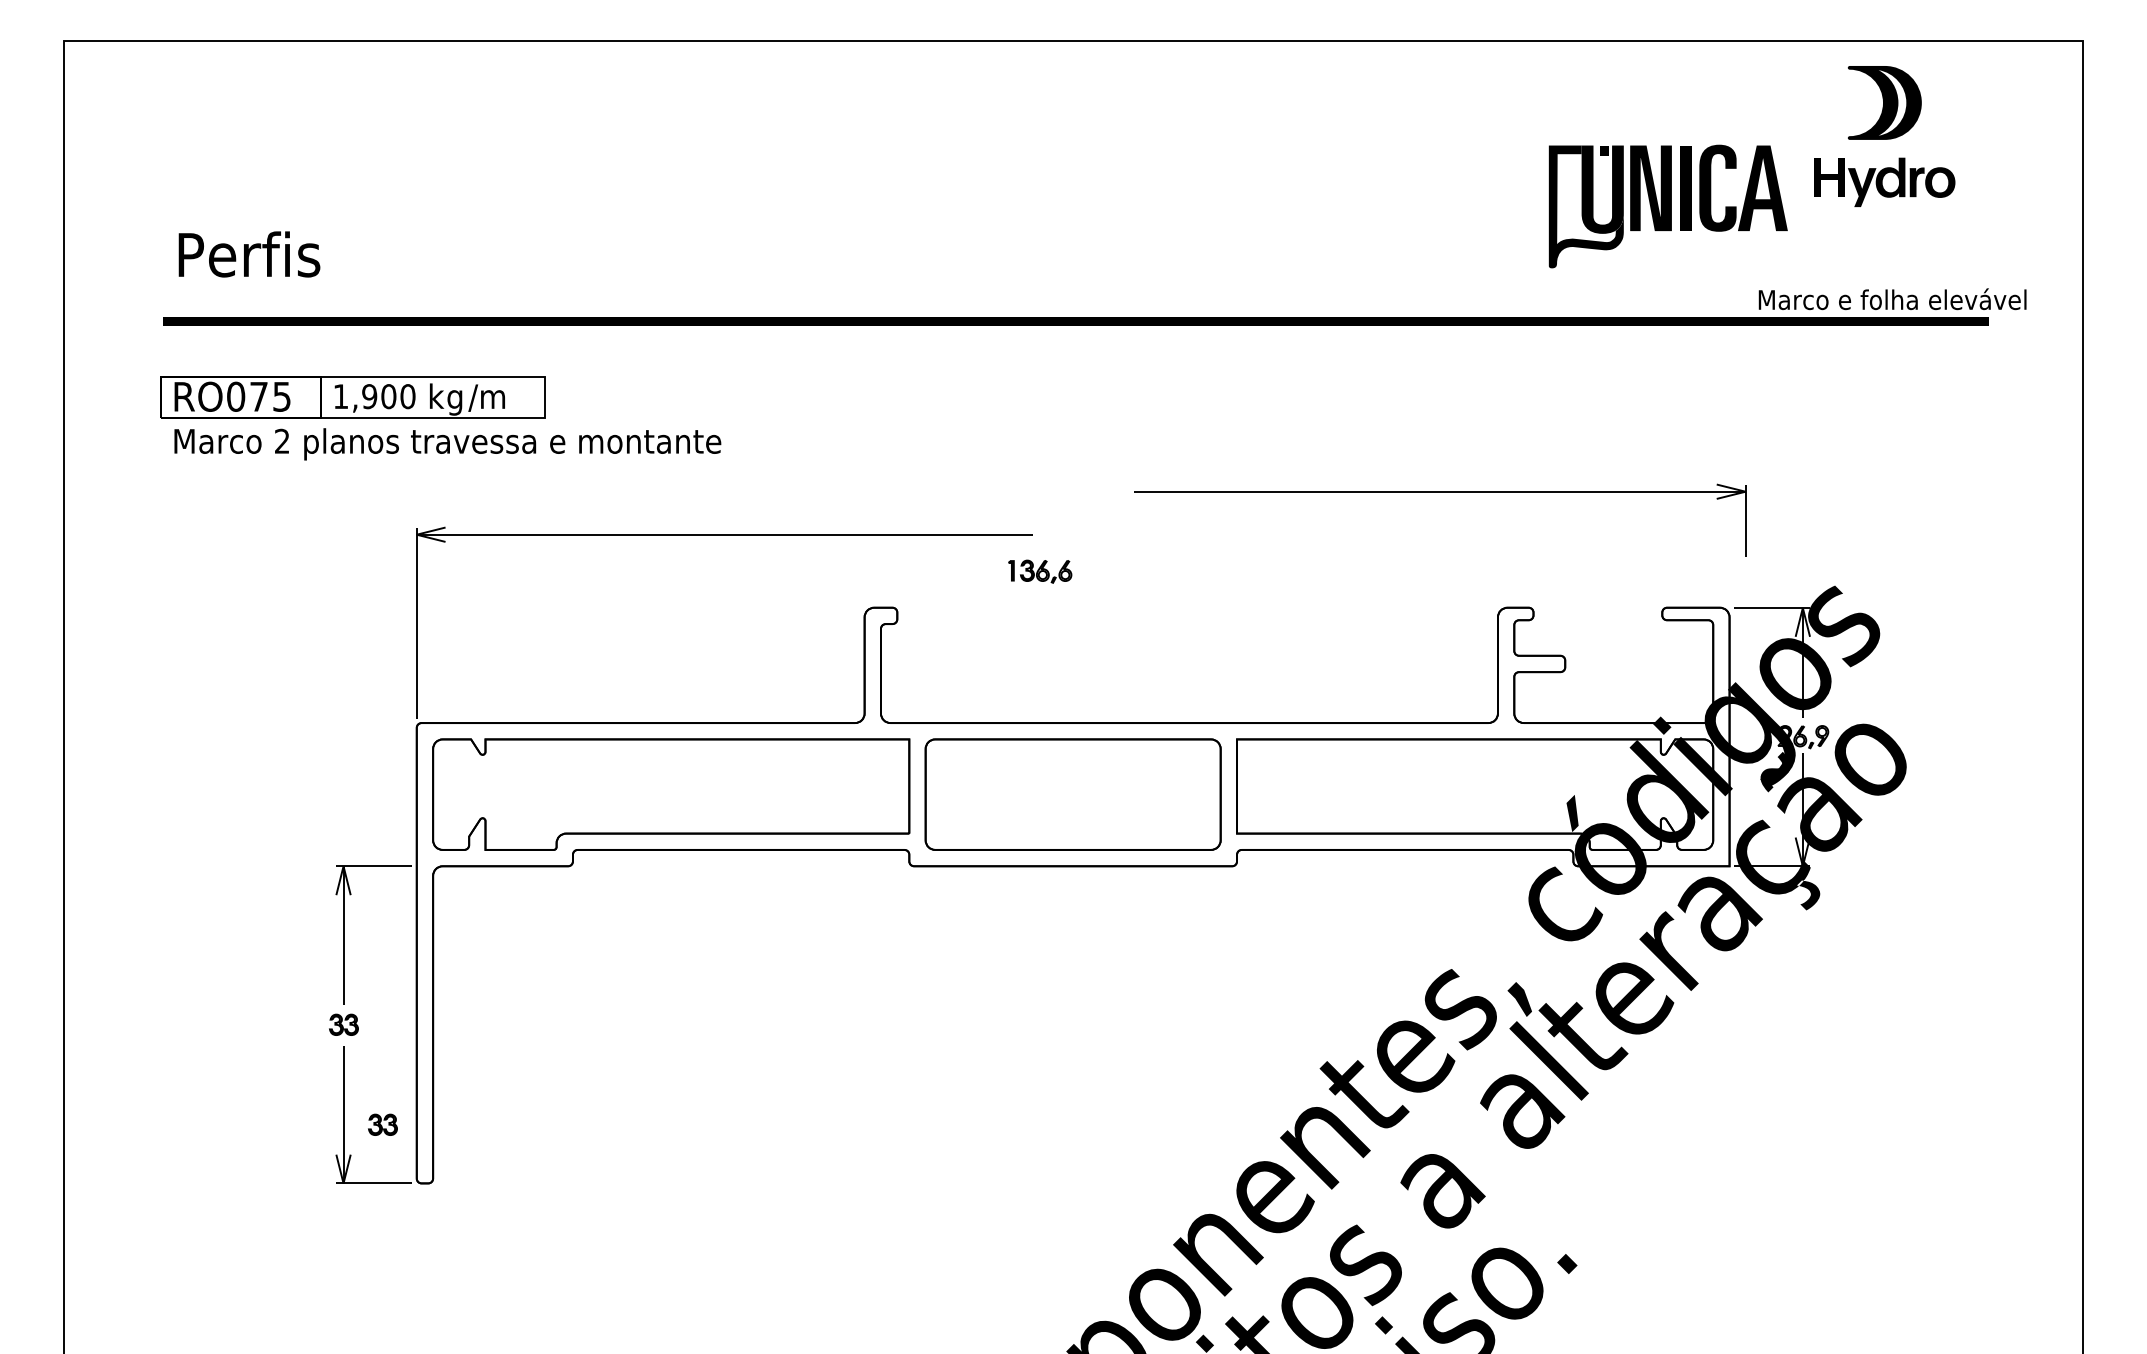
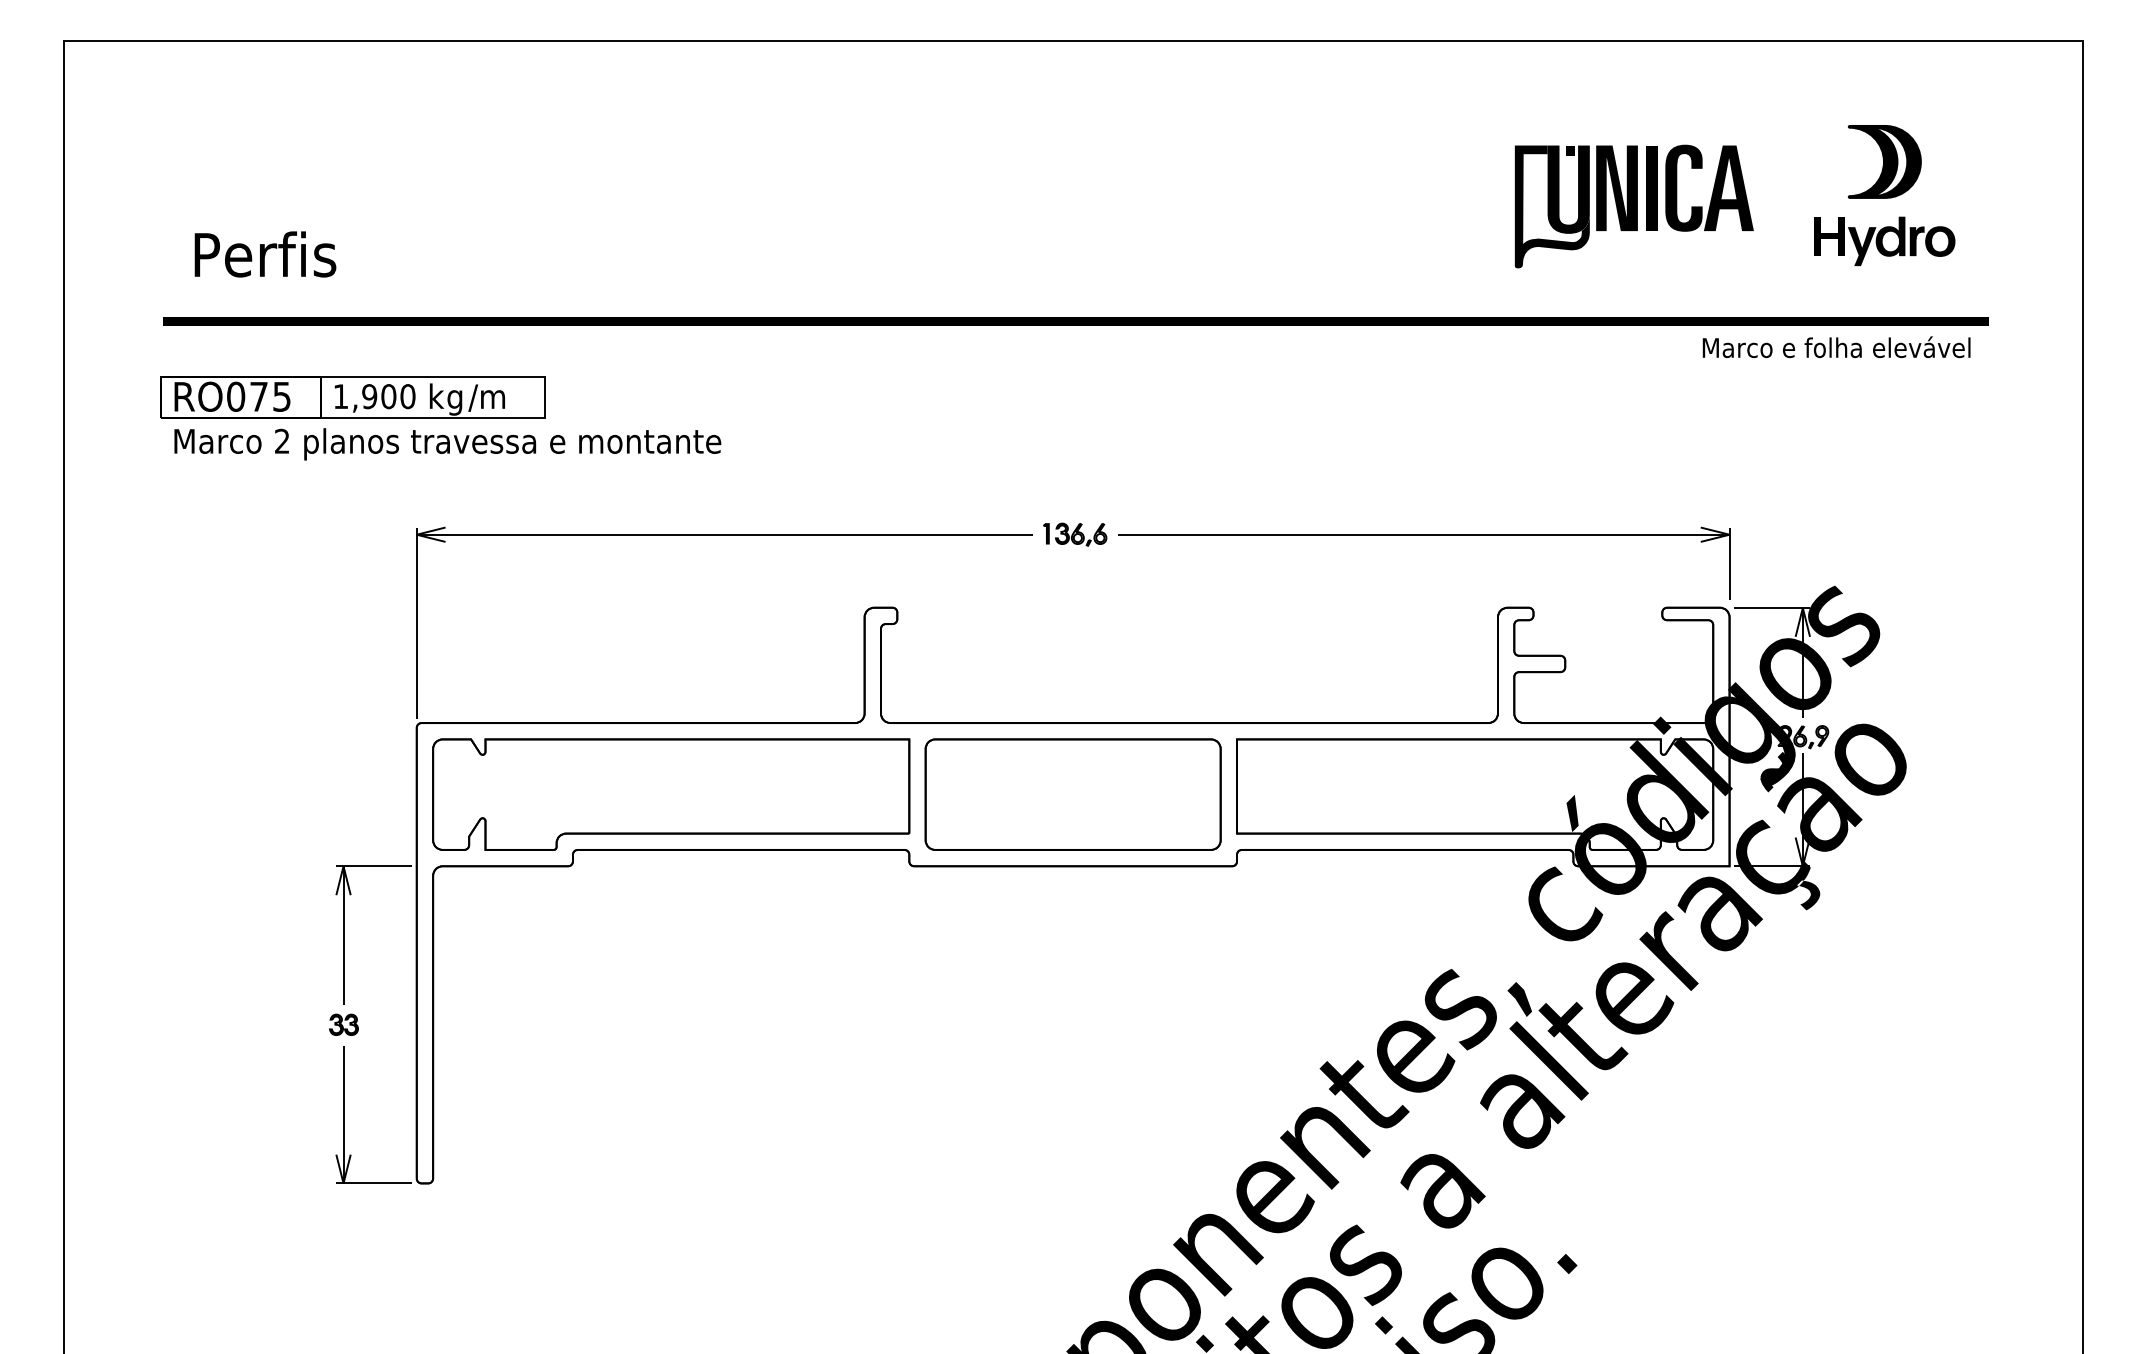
part at (1884, 136) position: (1884, 136) -> (1884, 195)
part at (1667, 206) position: (1667, 206) -> (1633, 206)
text at (249, 254) position: (249, 254) -> (265, 254)
text at (1892, 299) position: (1892, 299) -> (1836, 347)
part at (1440, 492) position: (1440, 492) -> (1424, 535)
part at (1040, 571) position: (1040, 571) -> (1075, 534)
part at (382, 1124): present -> none
